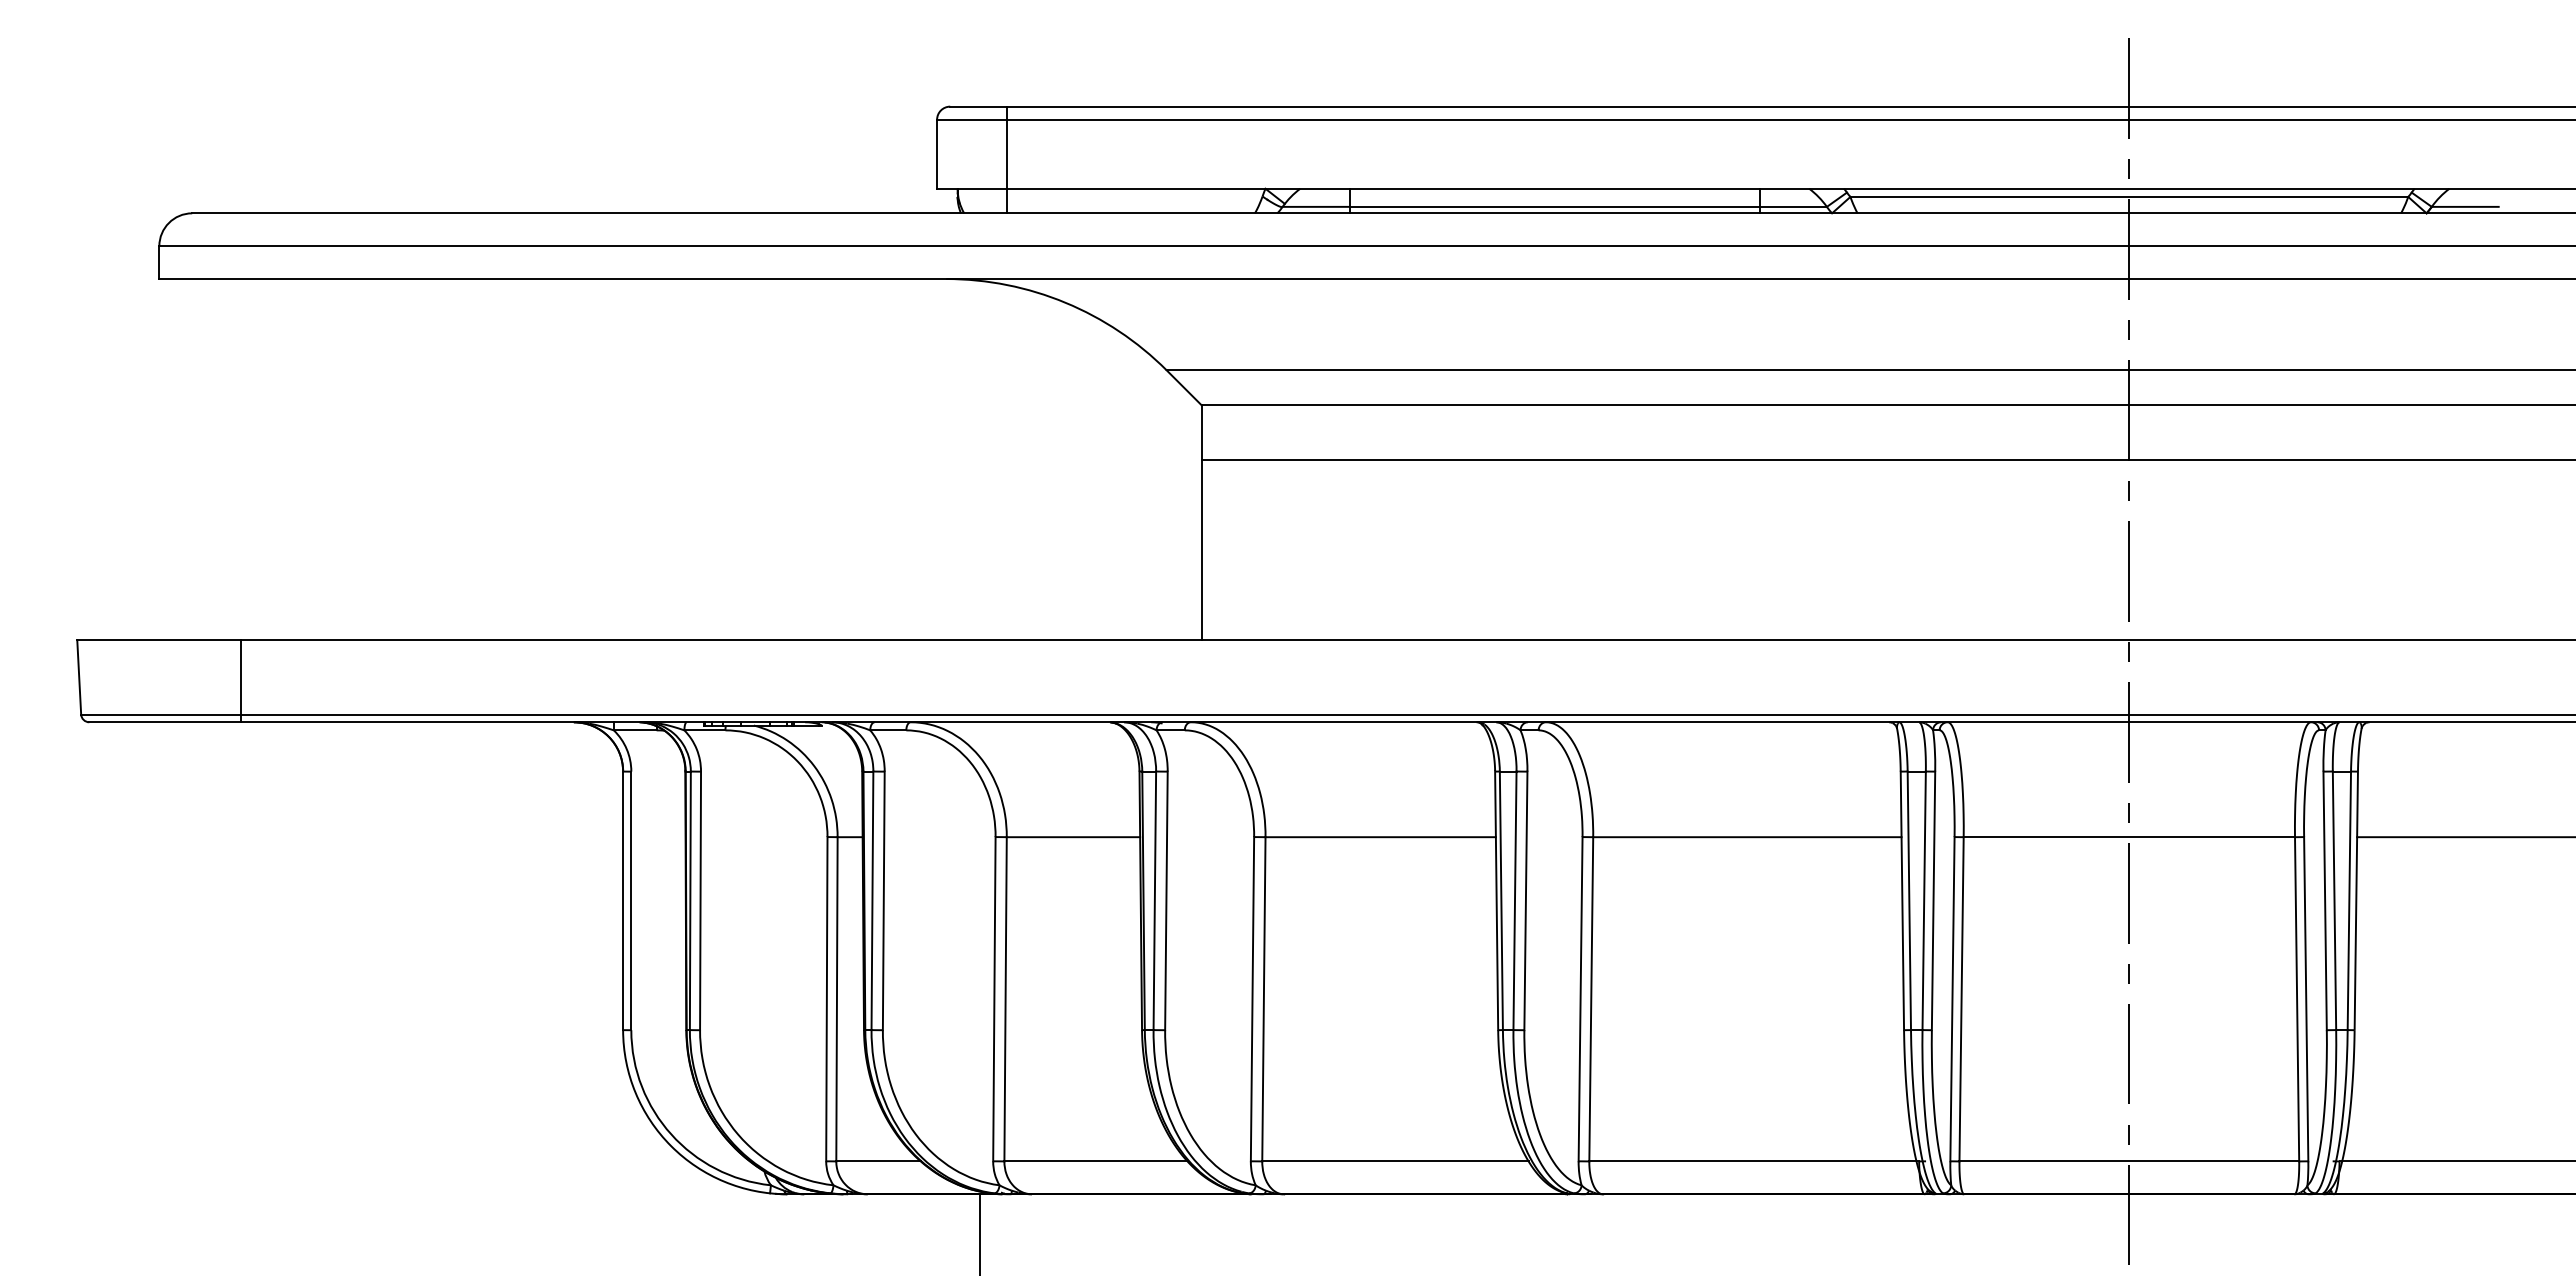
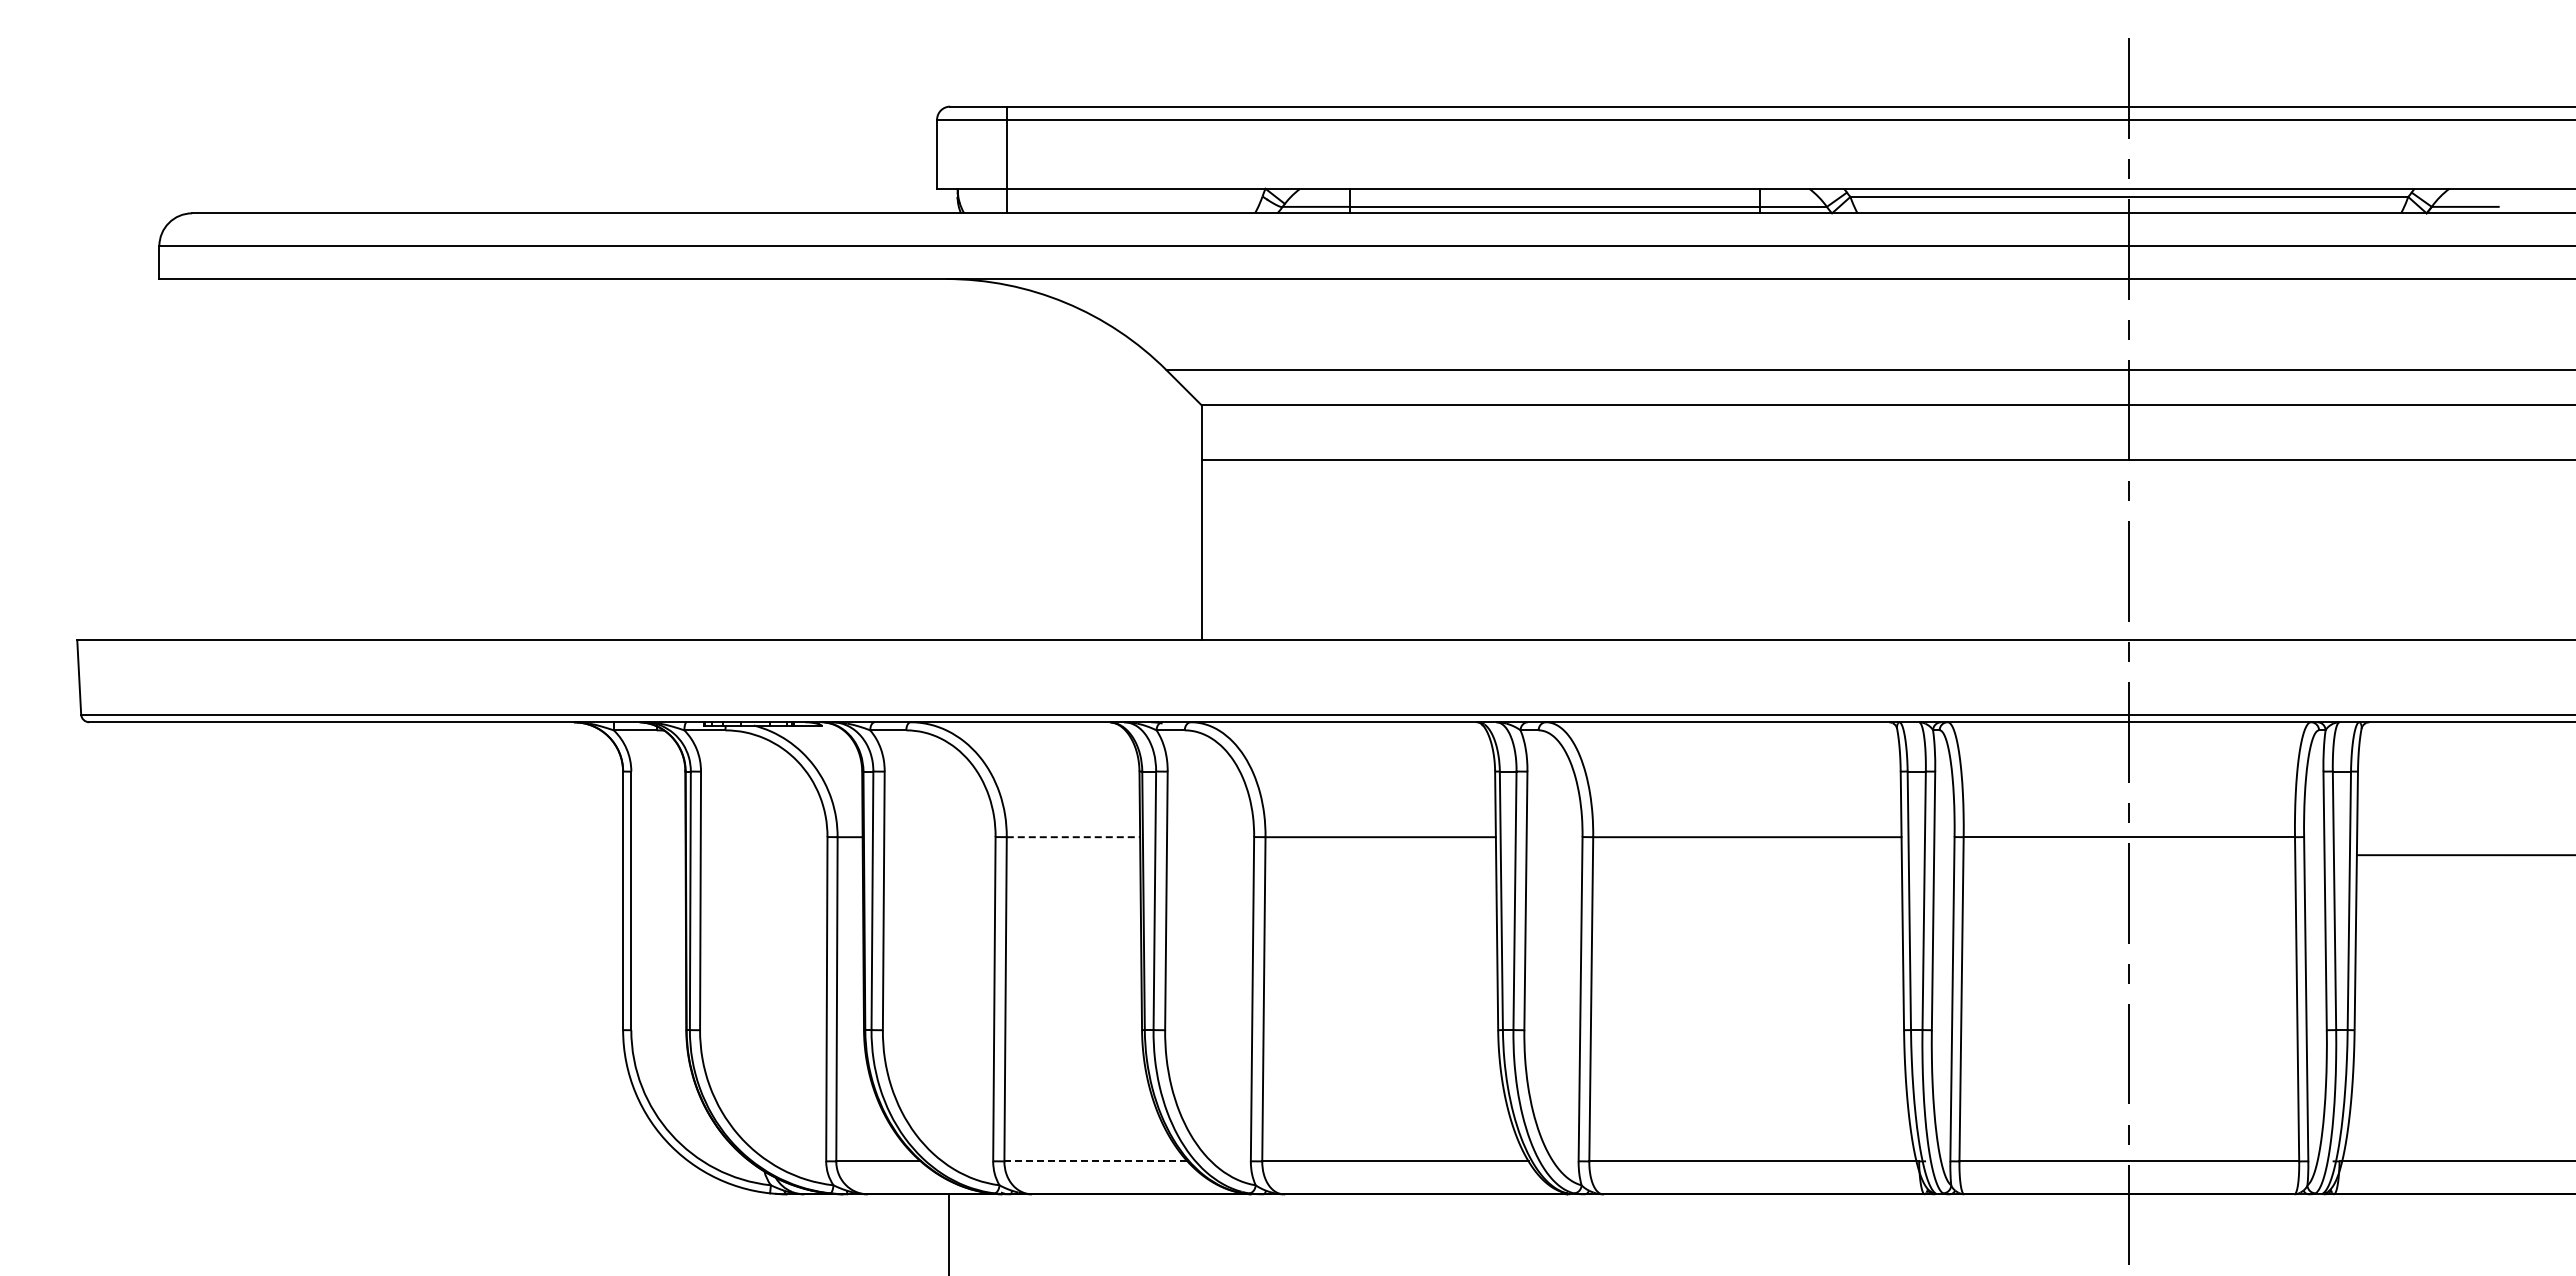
line at (241, 681): present -> none
line at (1073, 837): solid -> dashed
line at (2464, 837) position: (2464, 837) -> (2464, 855)
line at (1095, 1161): solid -> dashed
line at (980, 1233) position: (980, 1233) -> (949, 1233)
